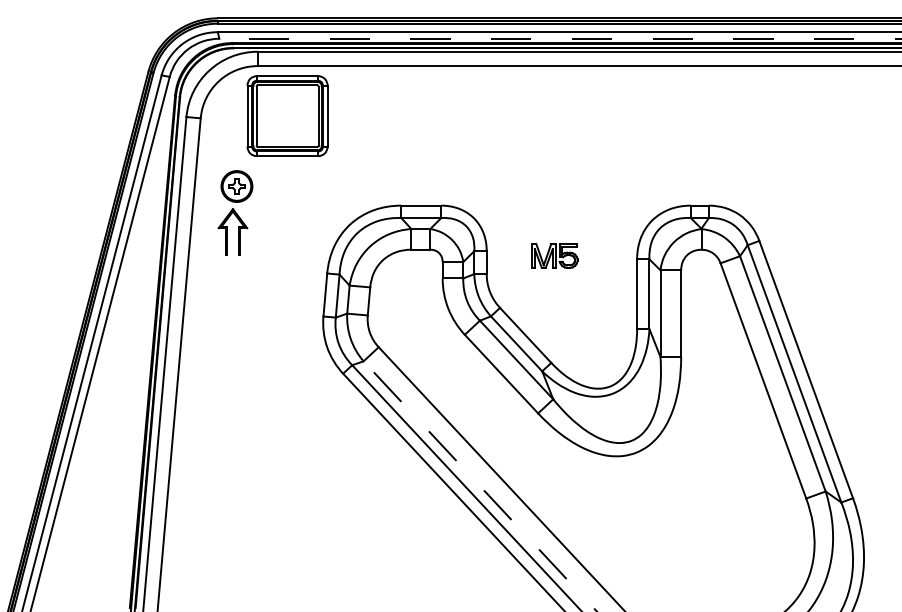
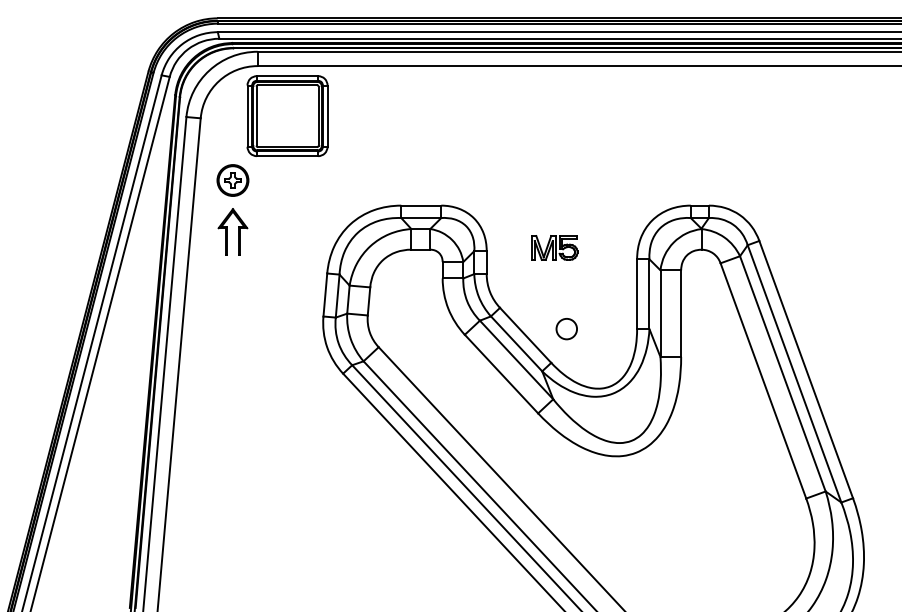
line at (560, 38): dashed -> solid
part at (236, 186) position: (236, 186) -> (232, 180)
part at (554, 255) position: (554, 255) -> (554, 247)
circle at (566, 329): none -> present
line at (480, 486): dashed -> solid
